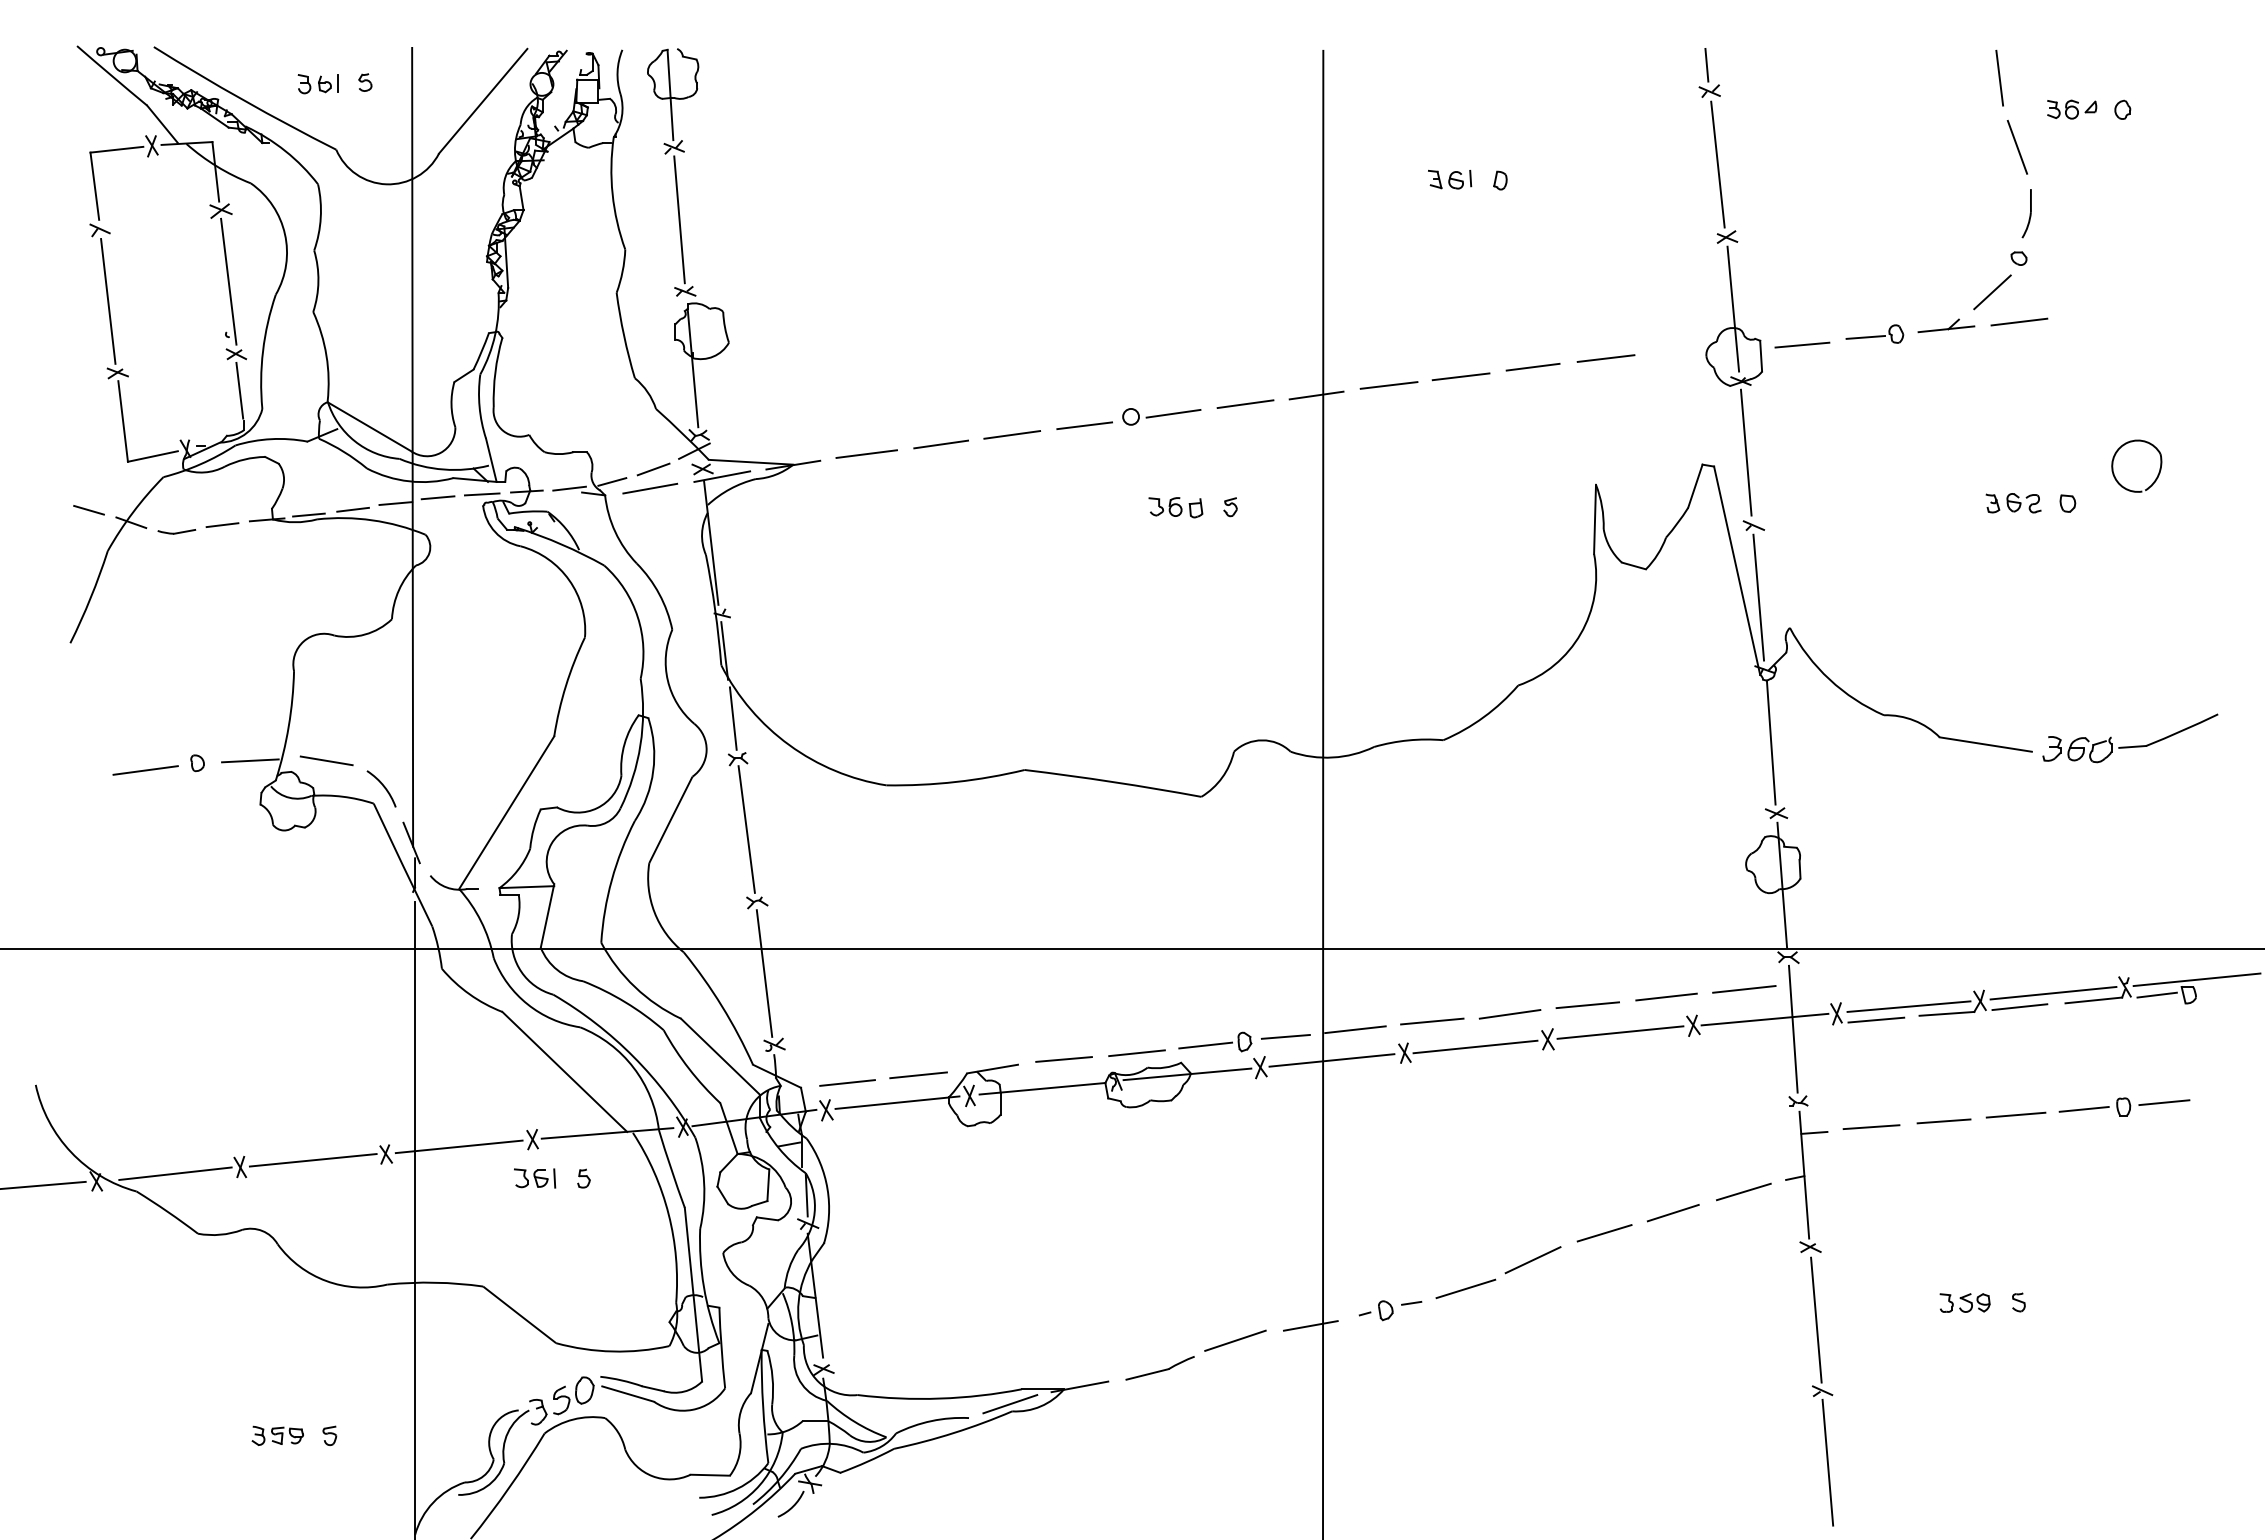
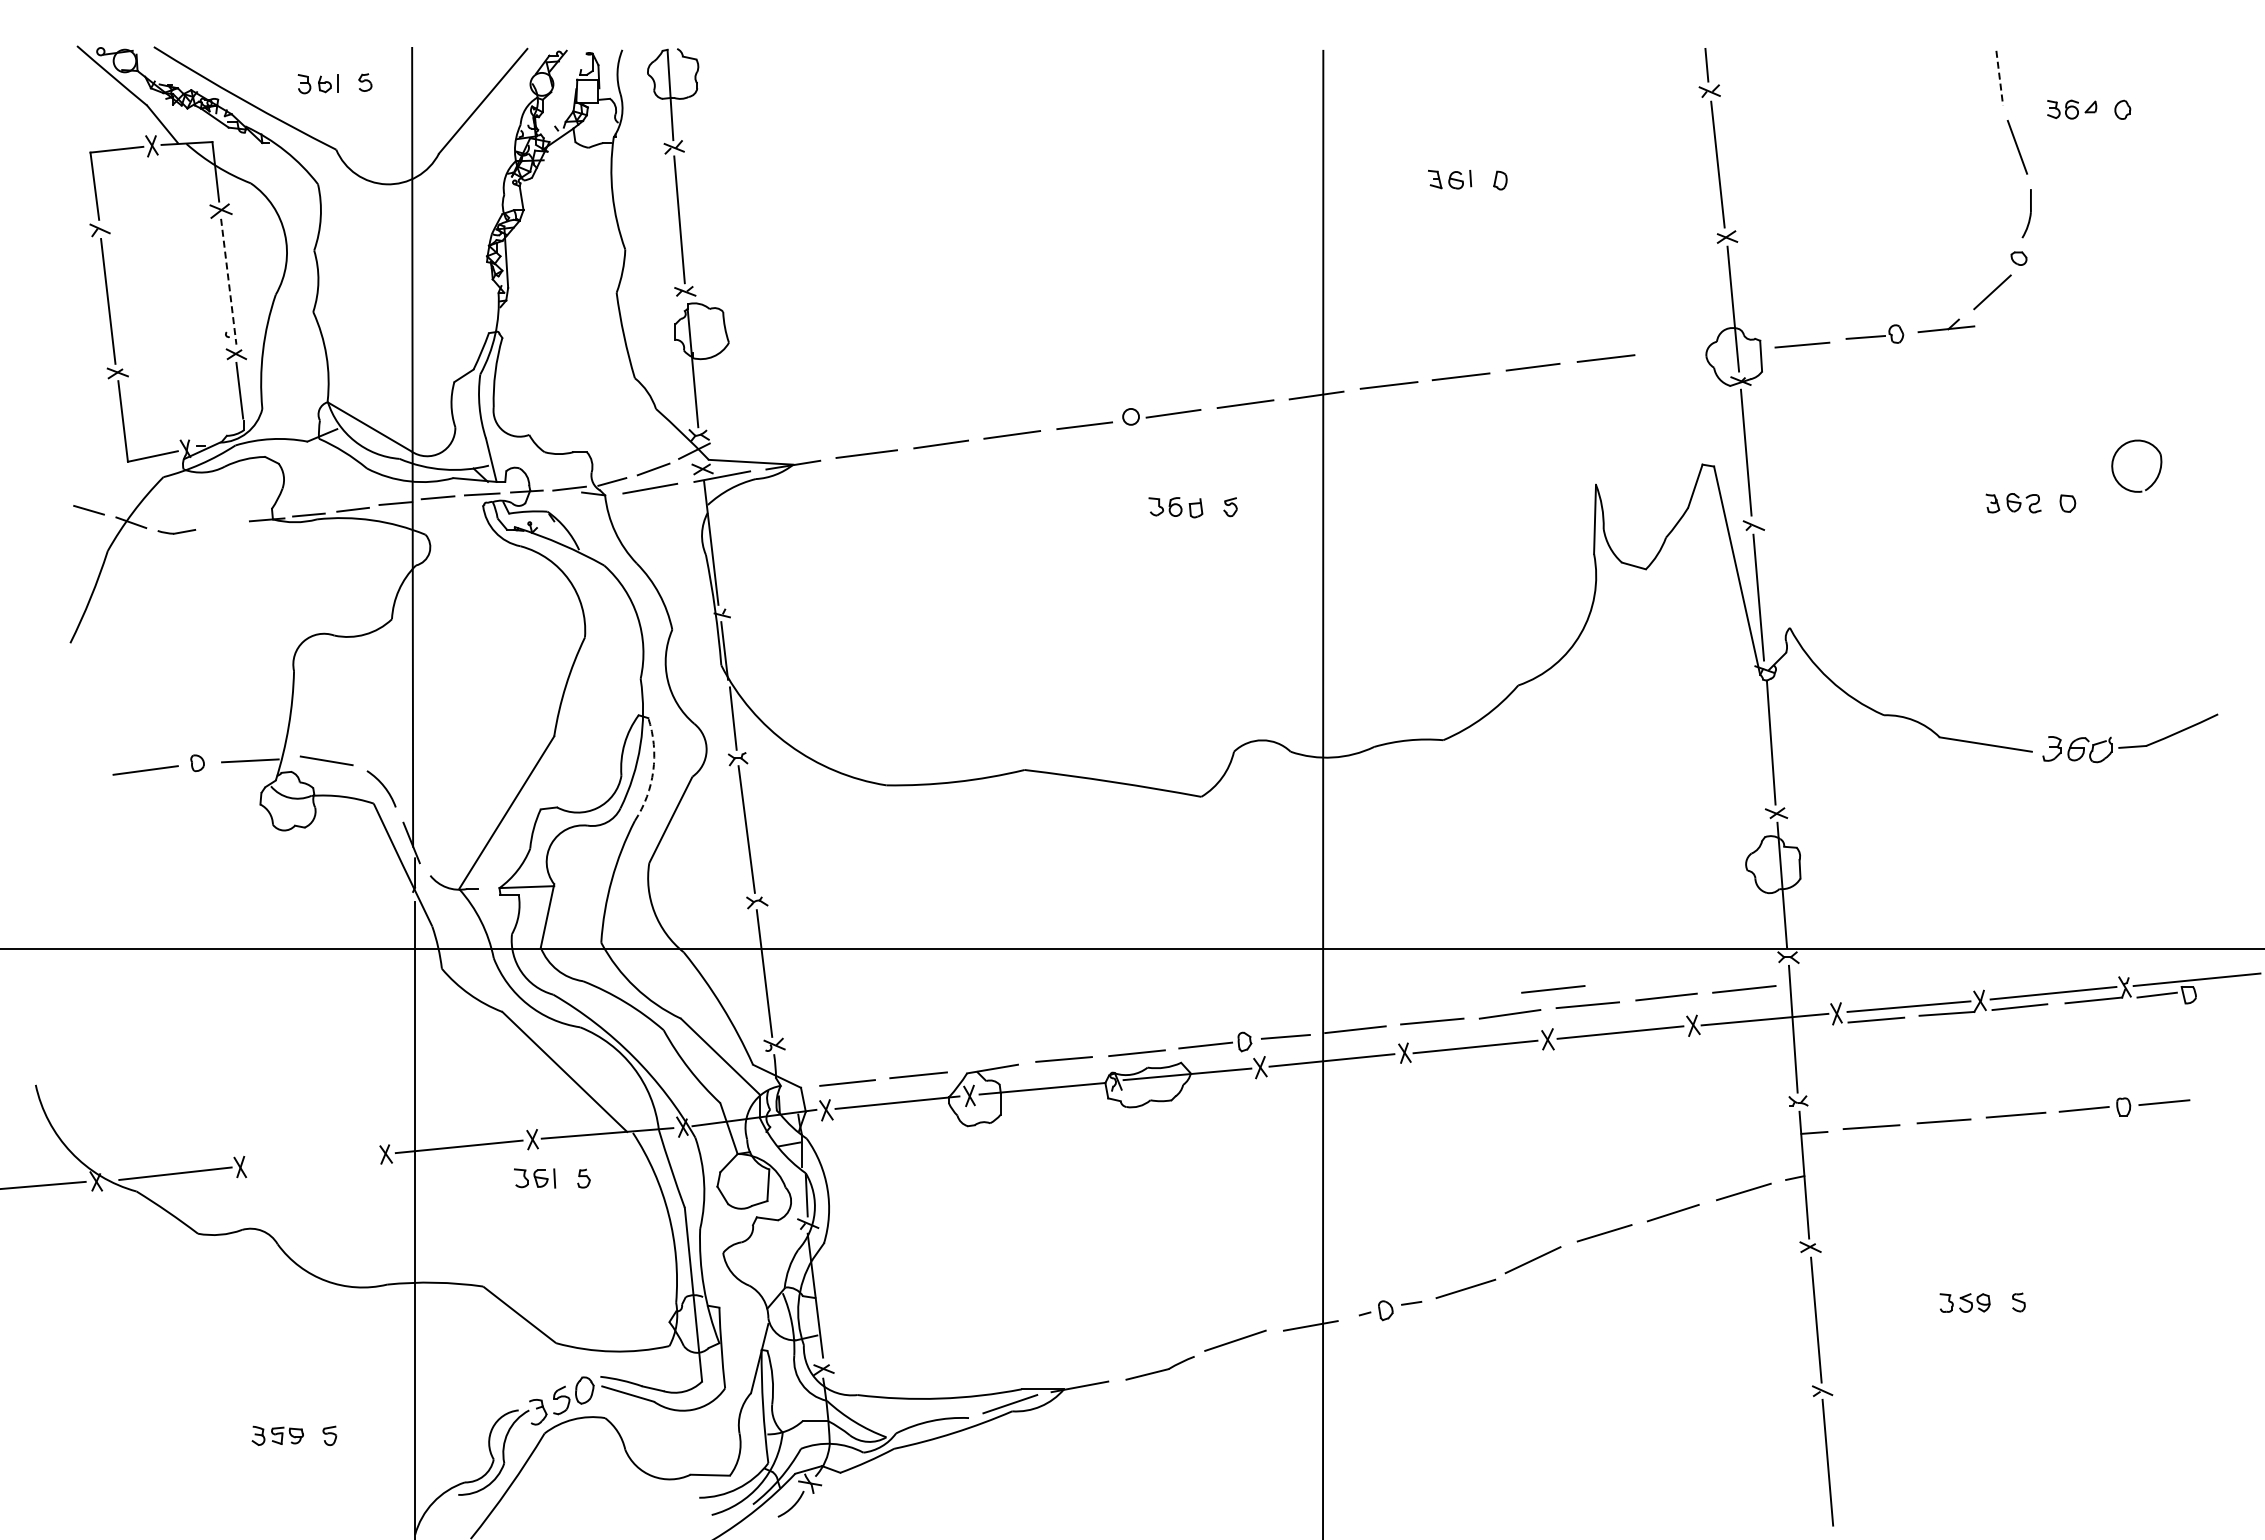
line at (1999, 78): solid -> dashed
line at (228, 282): solid -> dashed
line at (2019, 321): present -> none
line at (222, 525): present -> none
arc at (653, 771): solid -> dashed
line at (1553, 989): none -> present
line at (312, 1160): present -> none
